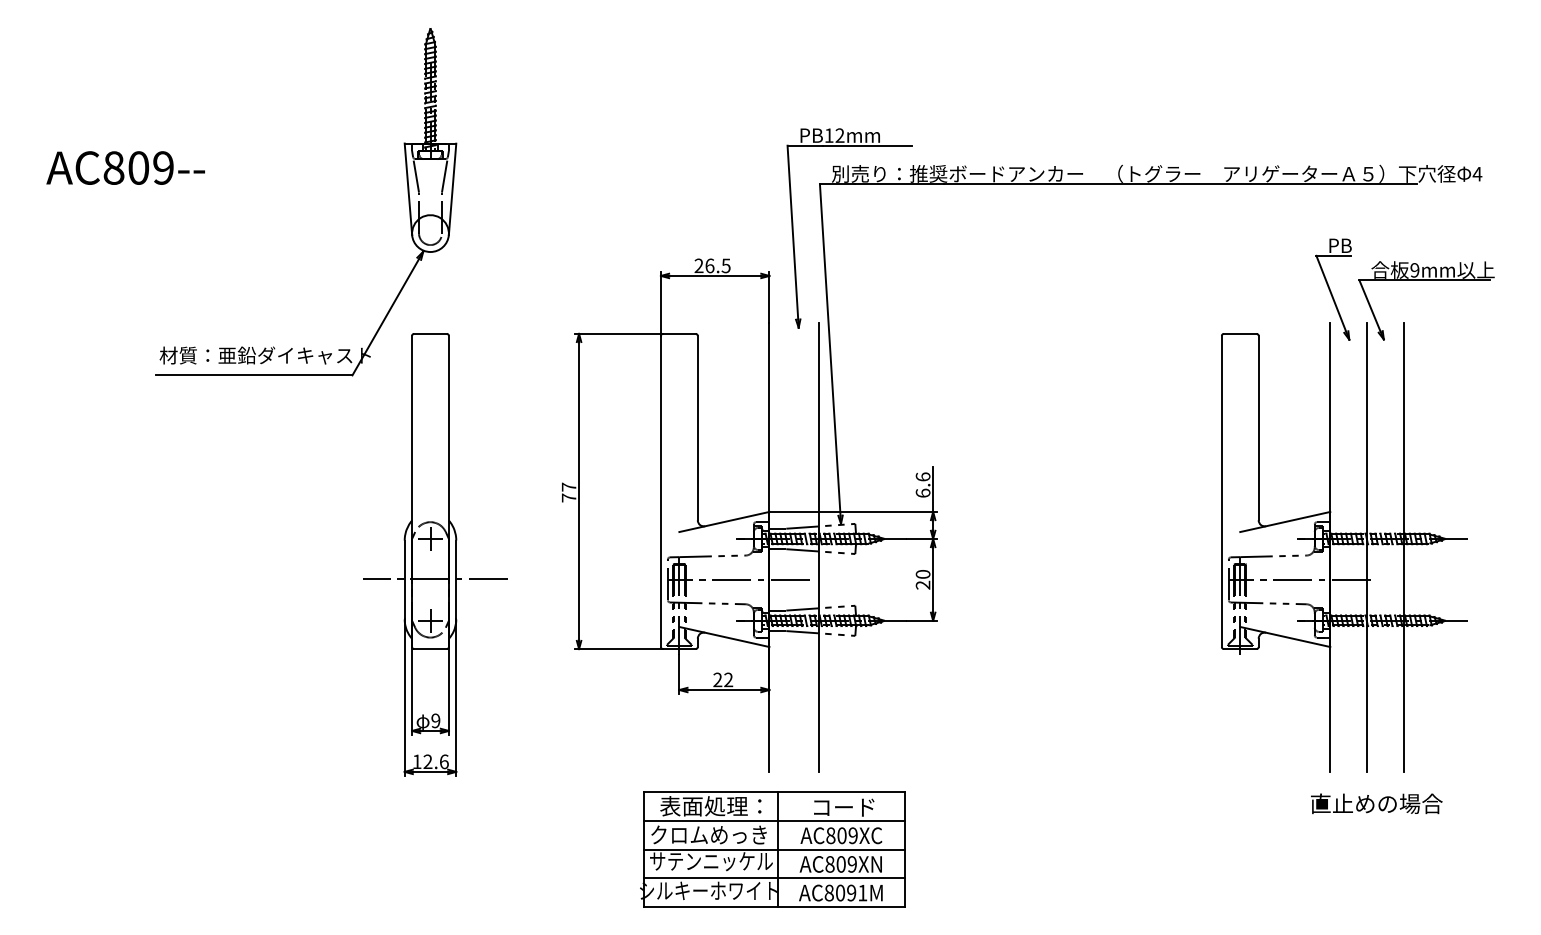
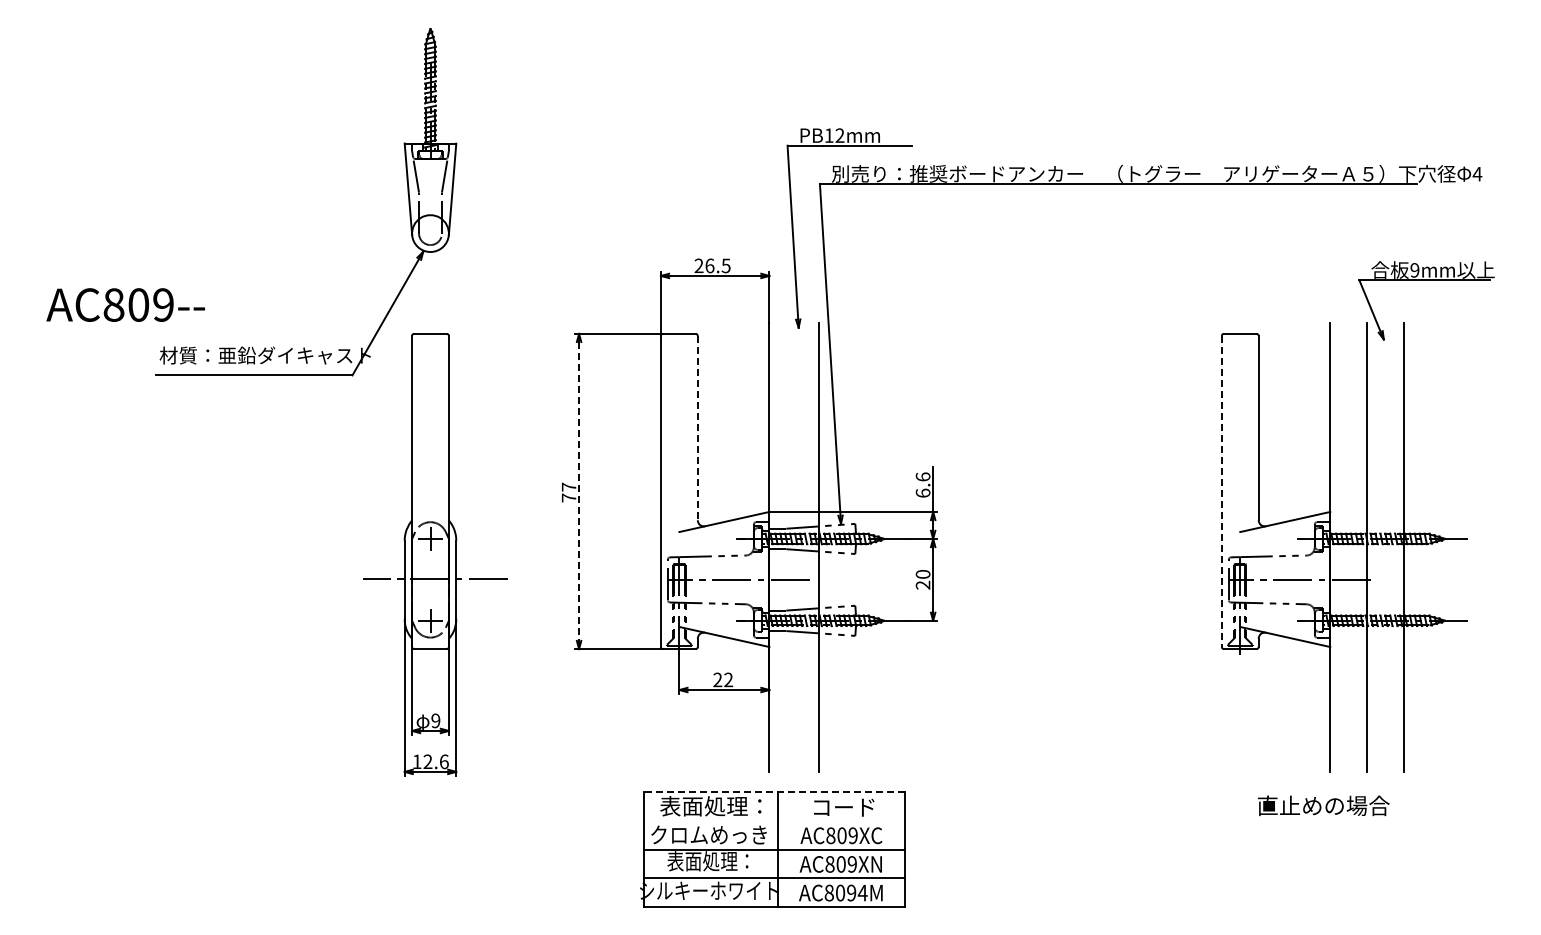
text at (125, 167) position: (125, 167) -> (125, 304)
part at (1333, 289): present -> none
line at (697, 428): solid -> dashed
line at (579, 491): solid -> dashed
line at (1221, 491): solid -> dashed
line at (773, 792): solid -> dashed
text at (1376, 803) position: (1376, 803) -> (1323, 805)
line at (773, 820): present -> none
text at (711, 861): サテンニッケル -> 表面処理：
text at (862, 893): AC8091M -> AC8094M
